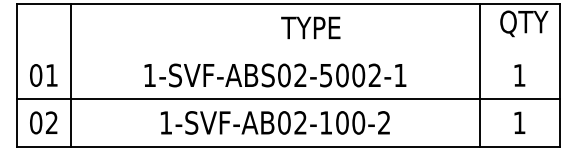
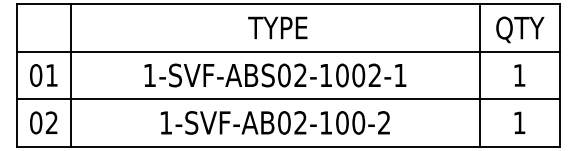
text at (524, 23) position: (524, 23) -> (520, 29)
text at (310, 27) position: (310, 27) -> (277, 27)
line at (288, 51): none -> present
text at (326, 75): 1-SVF-ABS02-5002-1 -> 1-SVF-ABS02-1002-1
